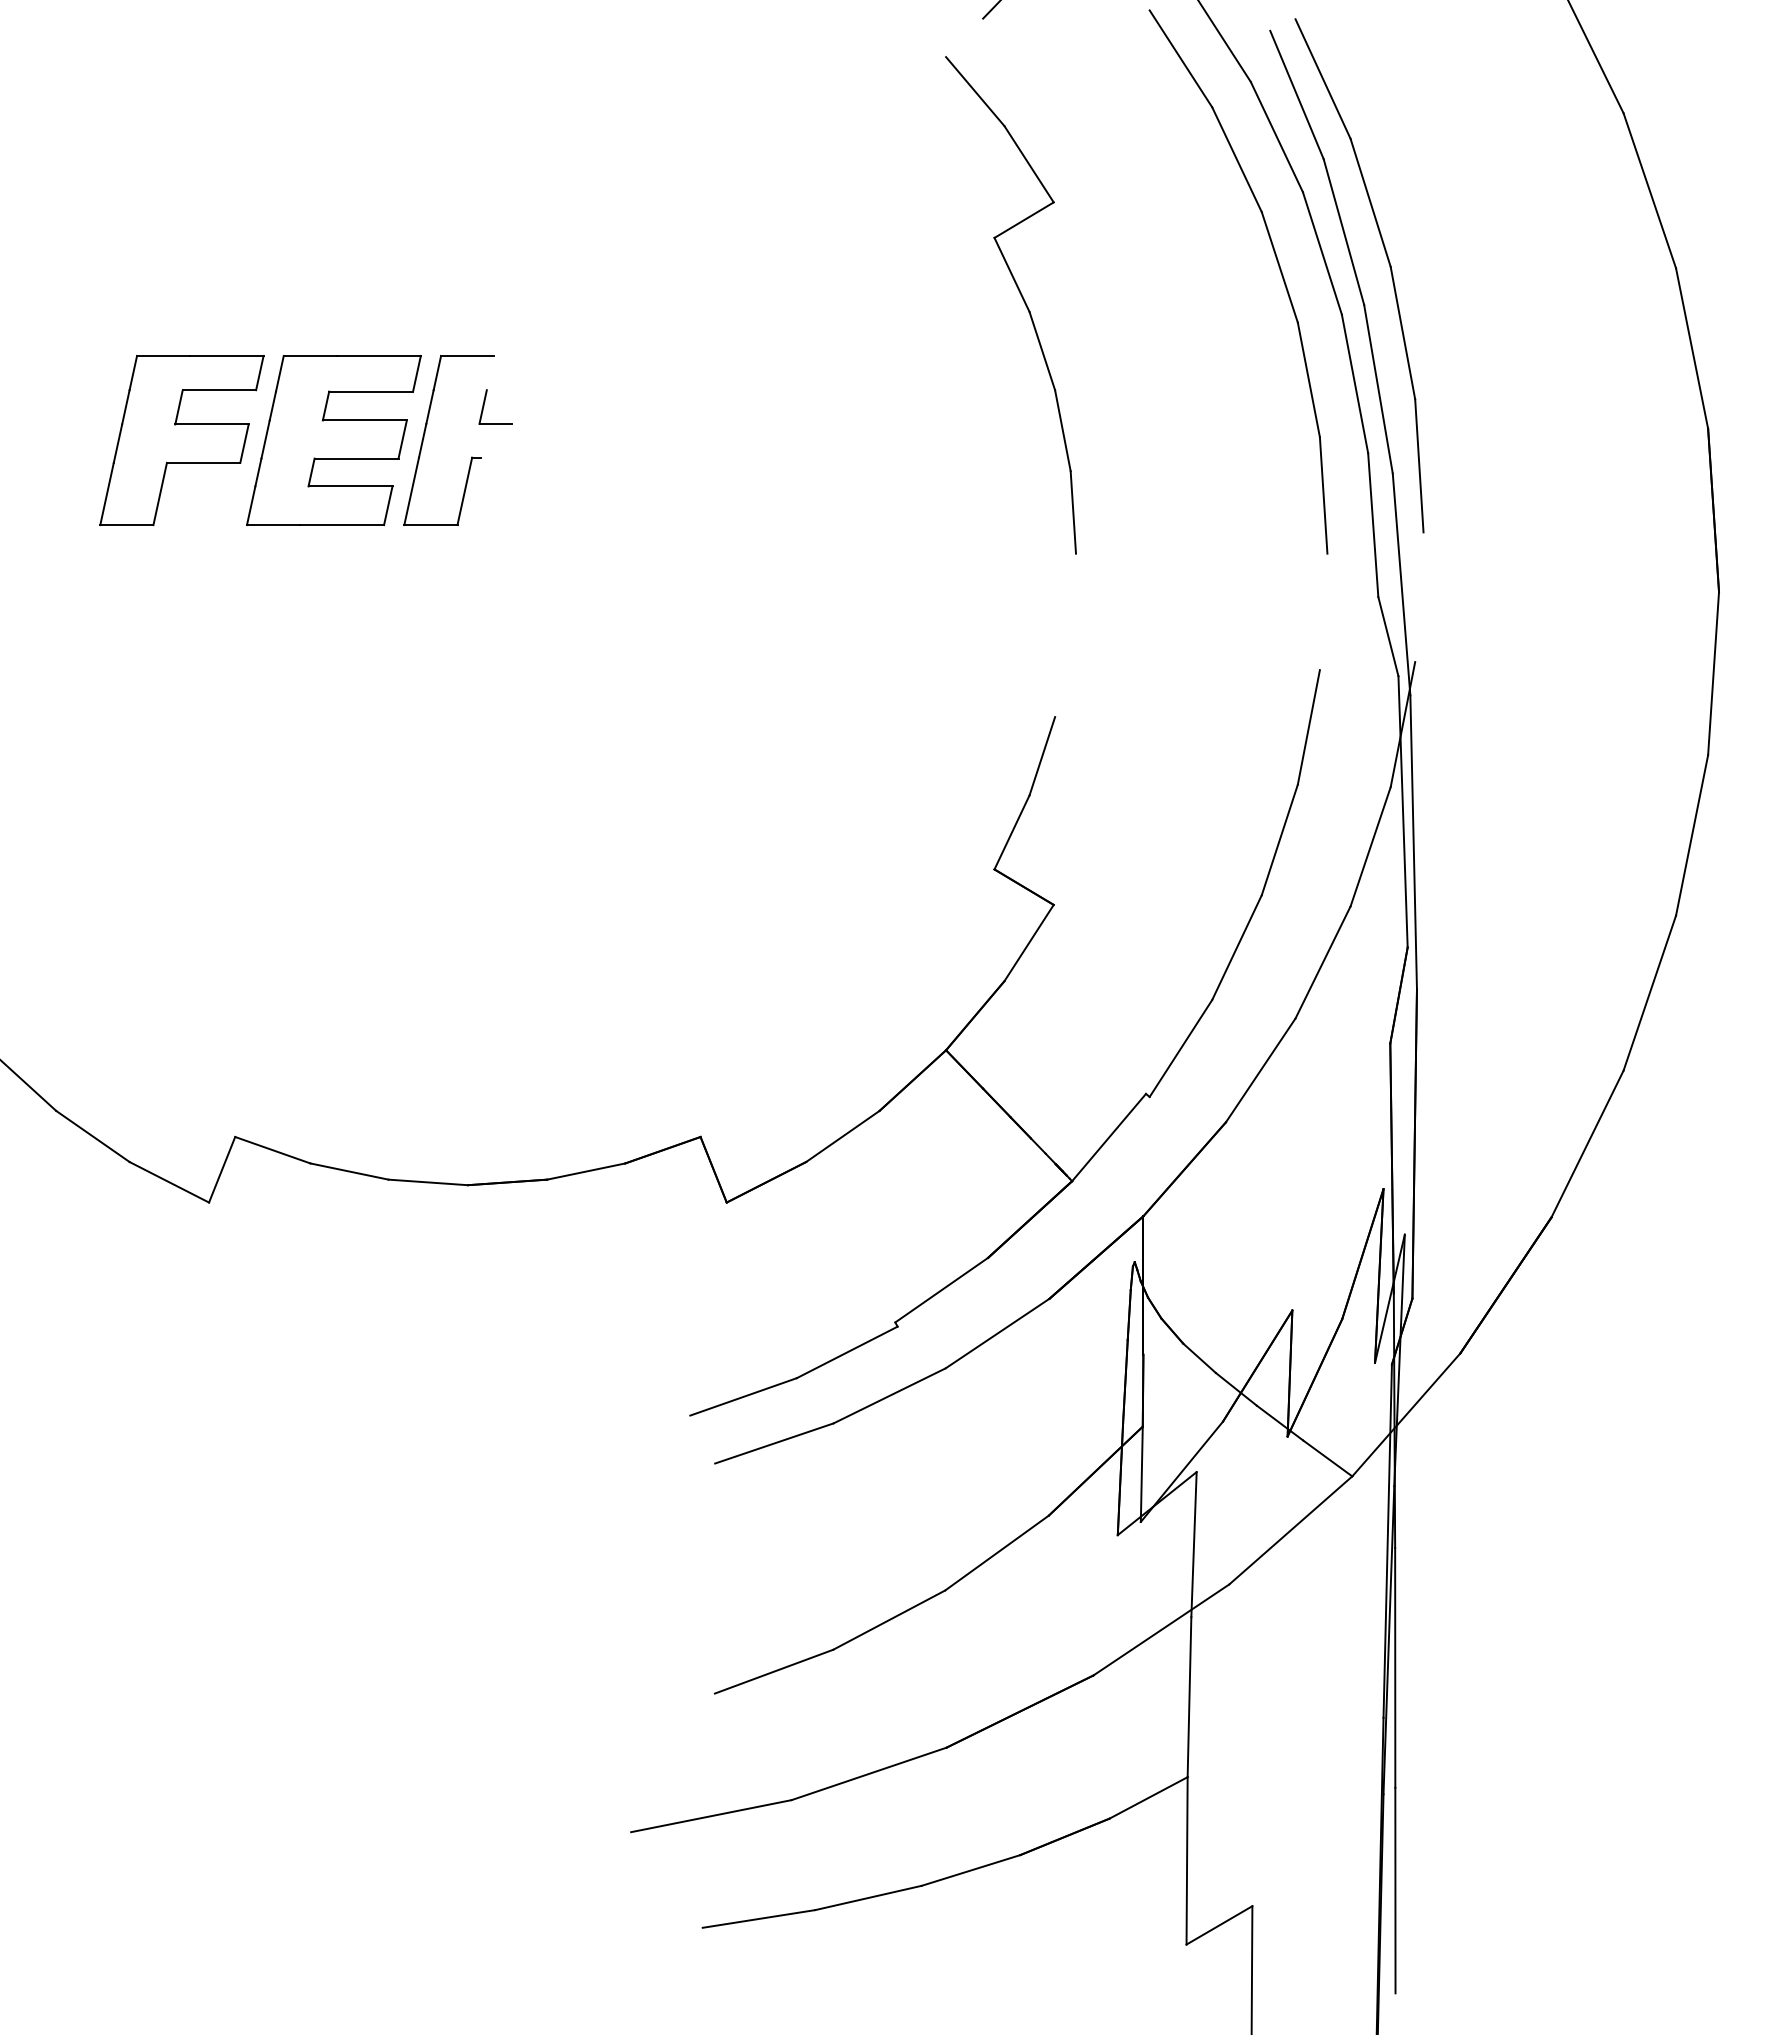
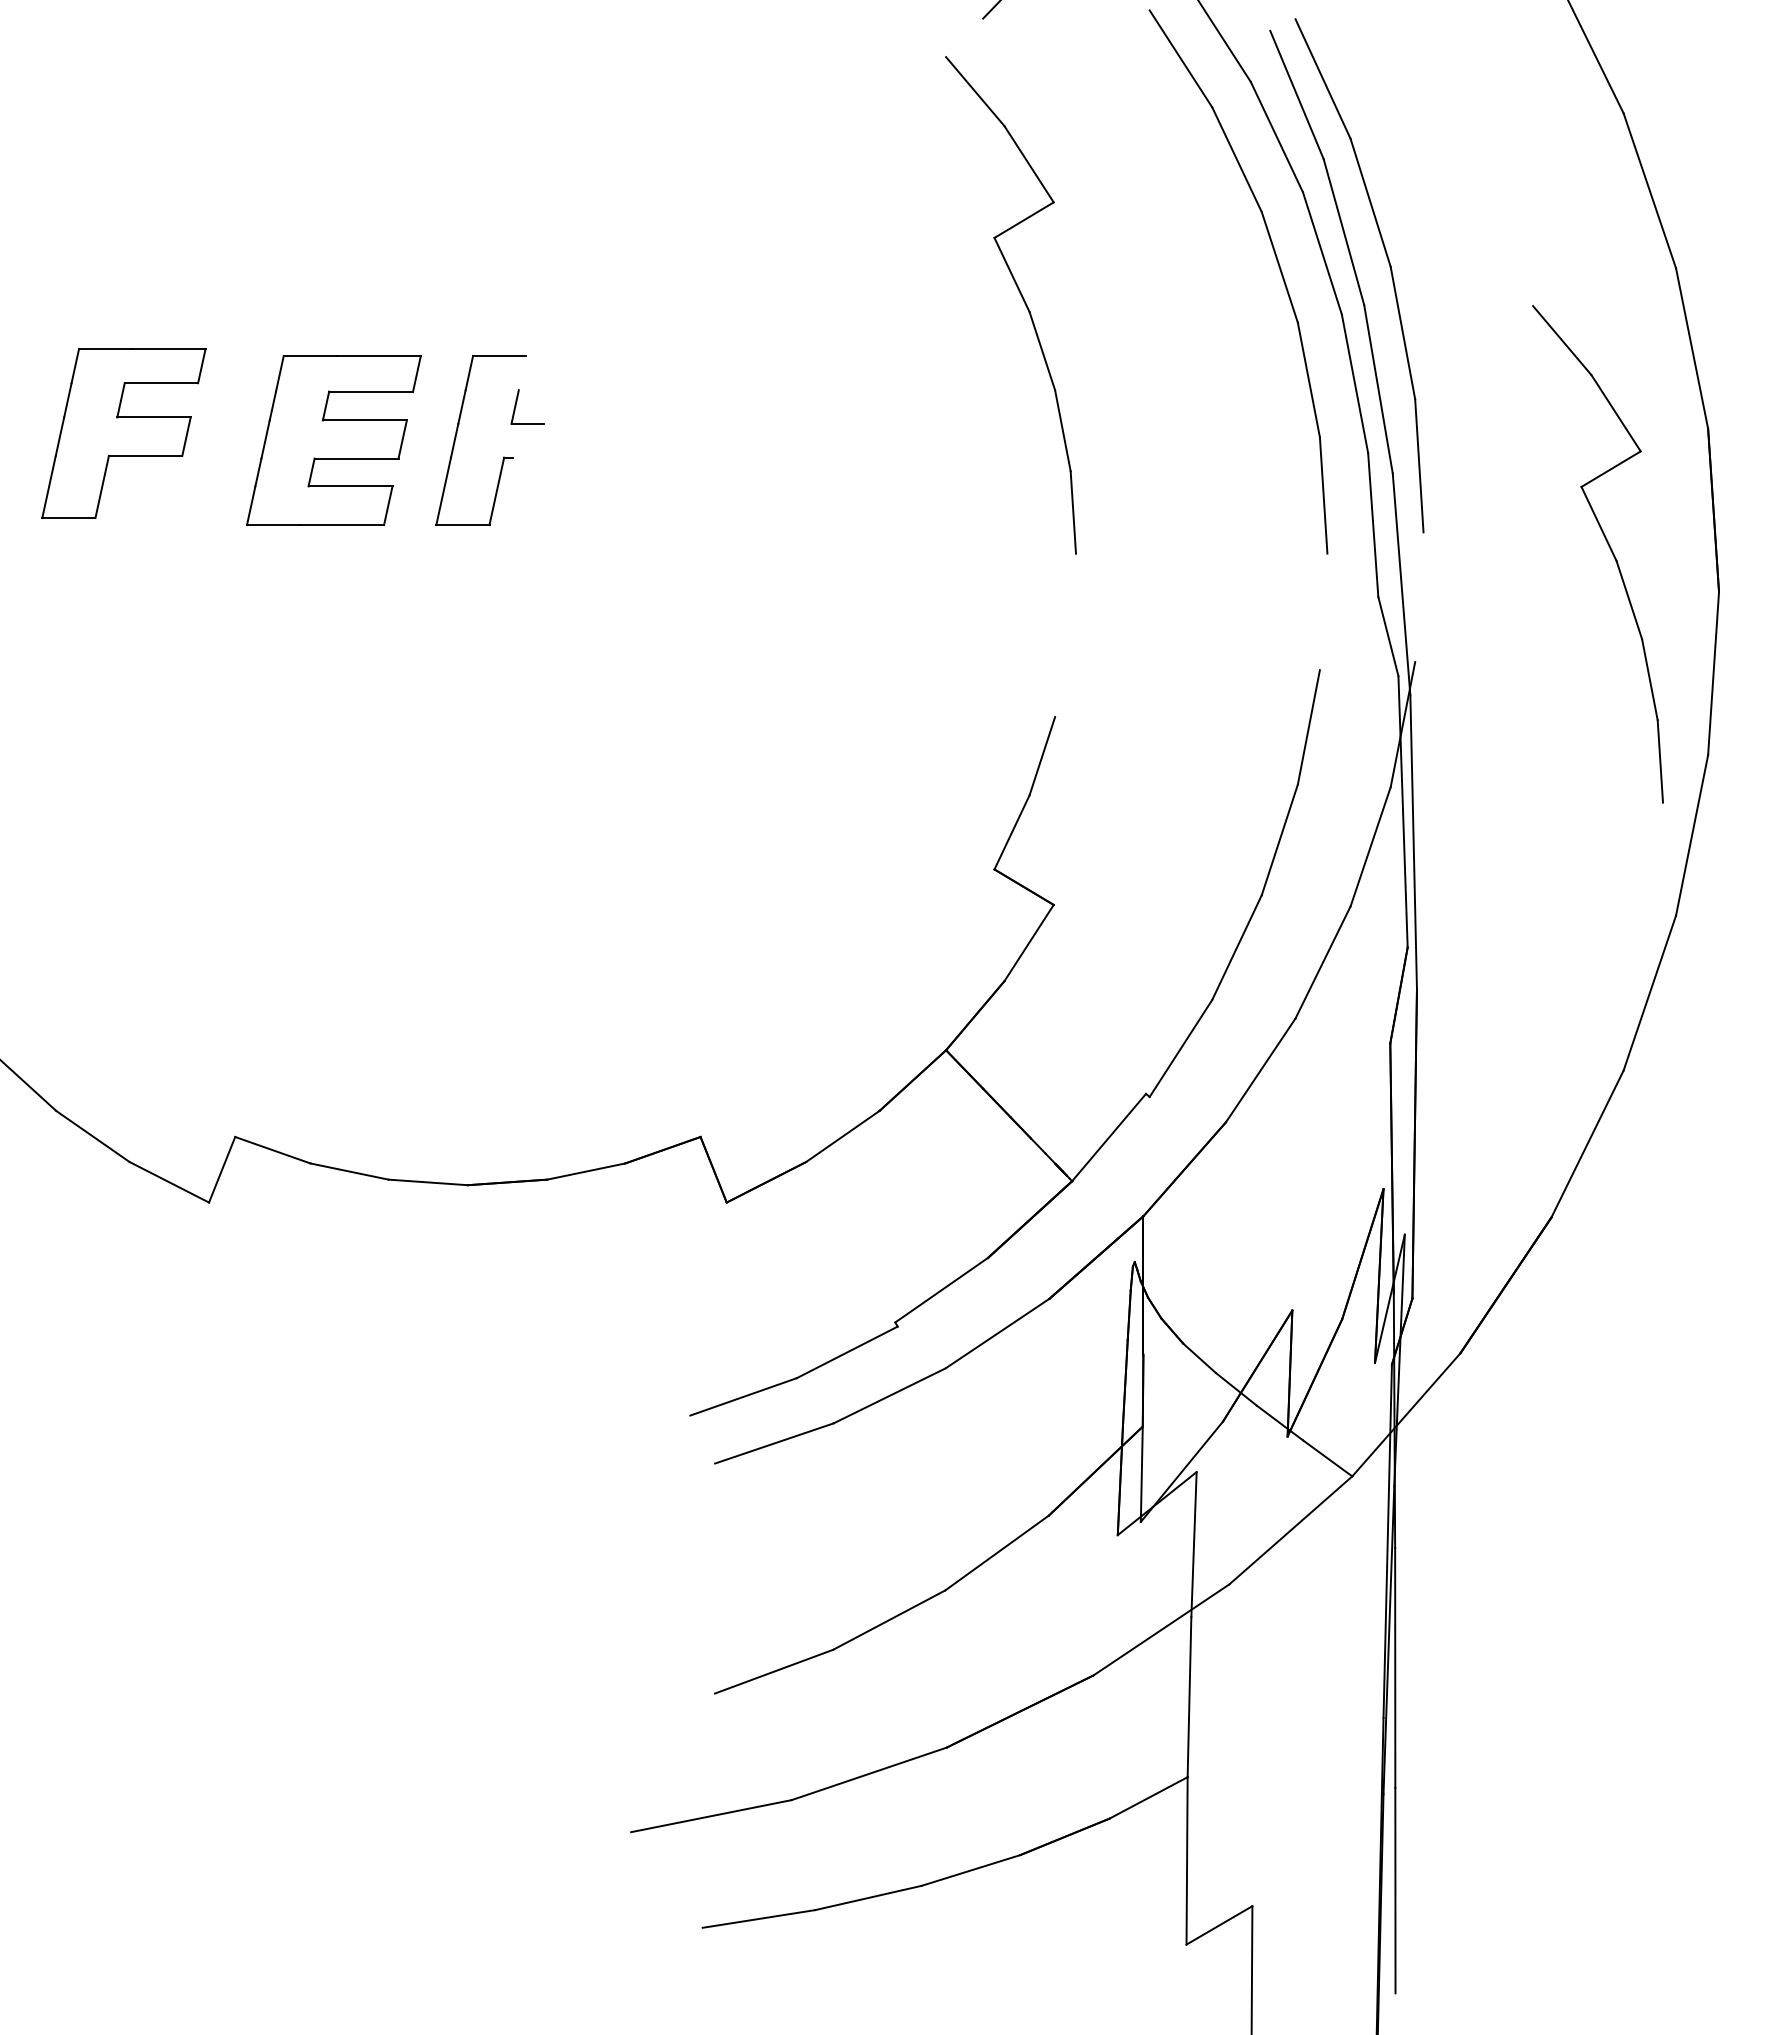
part at (181, 440) position: (181, 440) -> (123, 433)
part at (471, 456) position: (471, 456) -> (503, 456)
part at (1609, 548): none -> present
